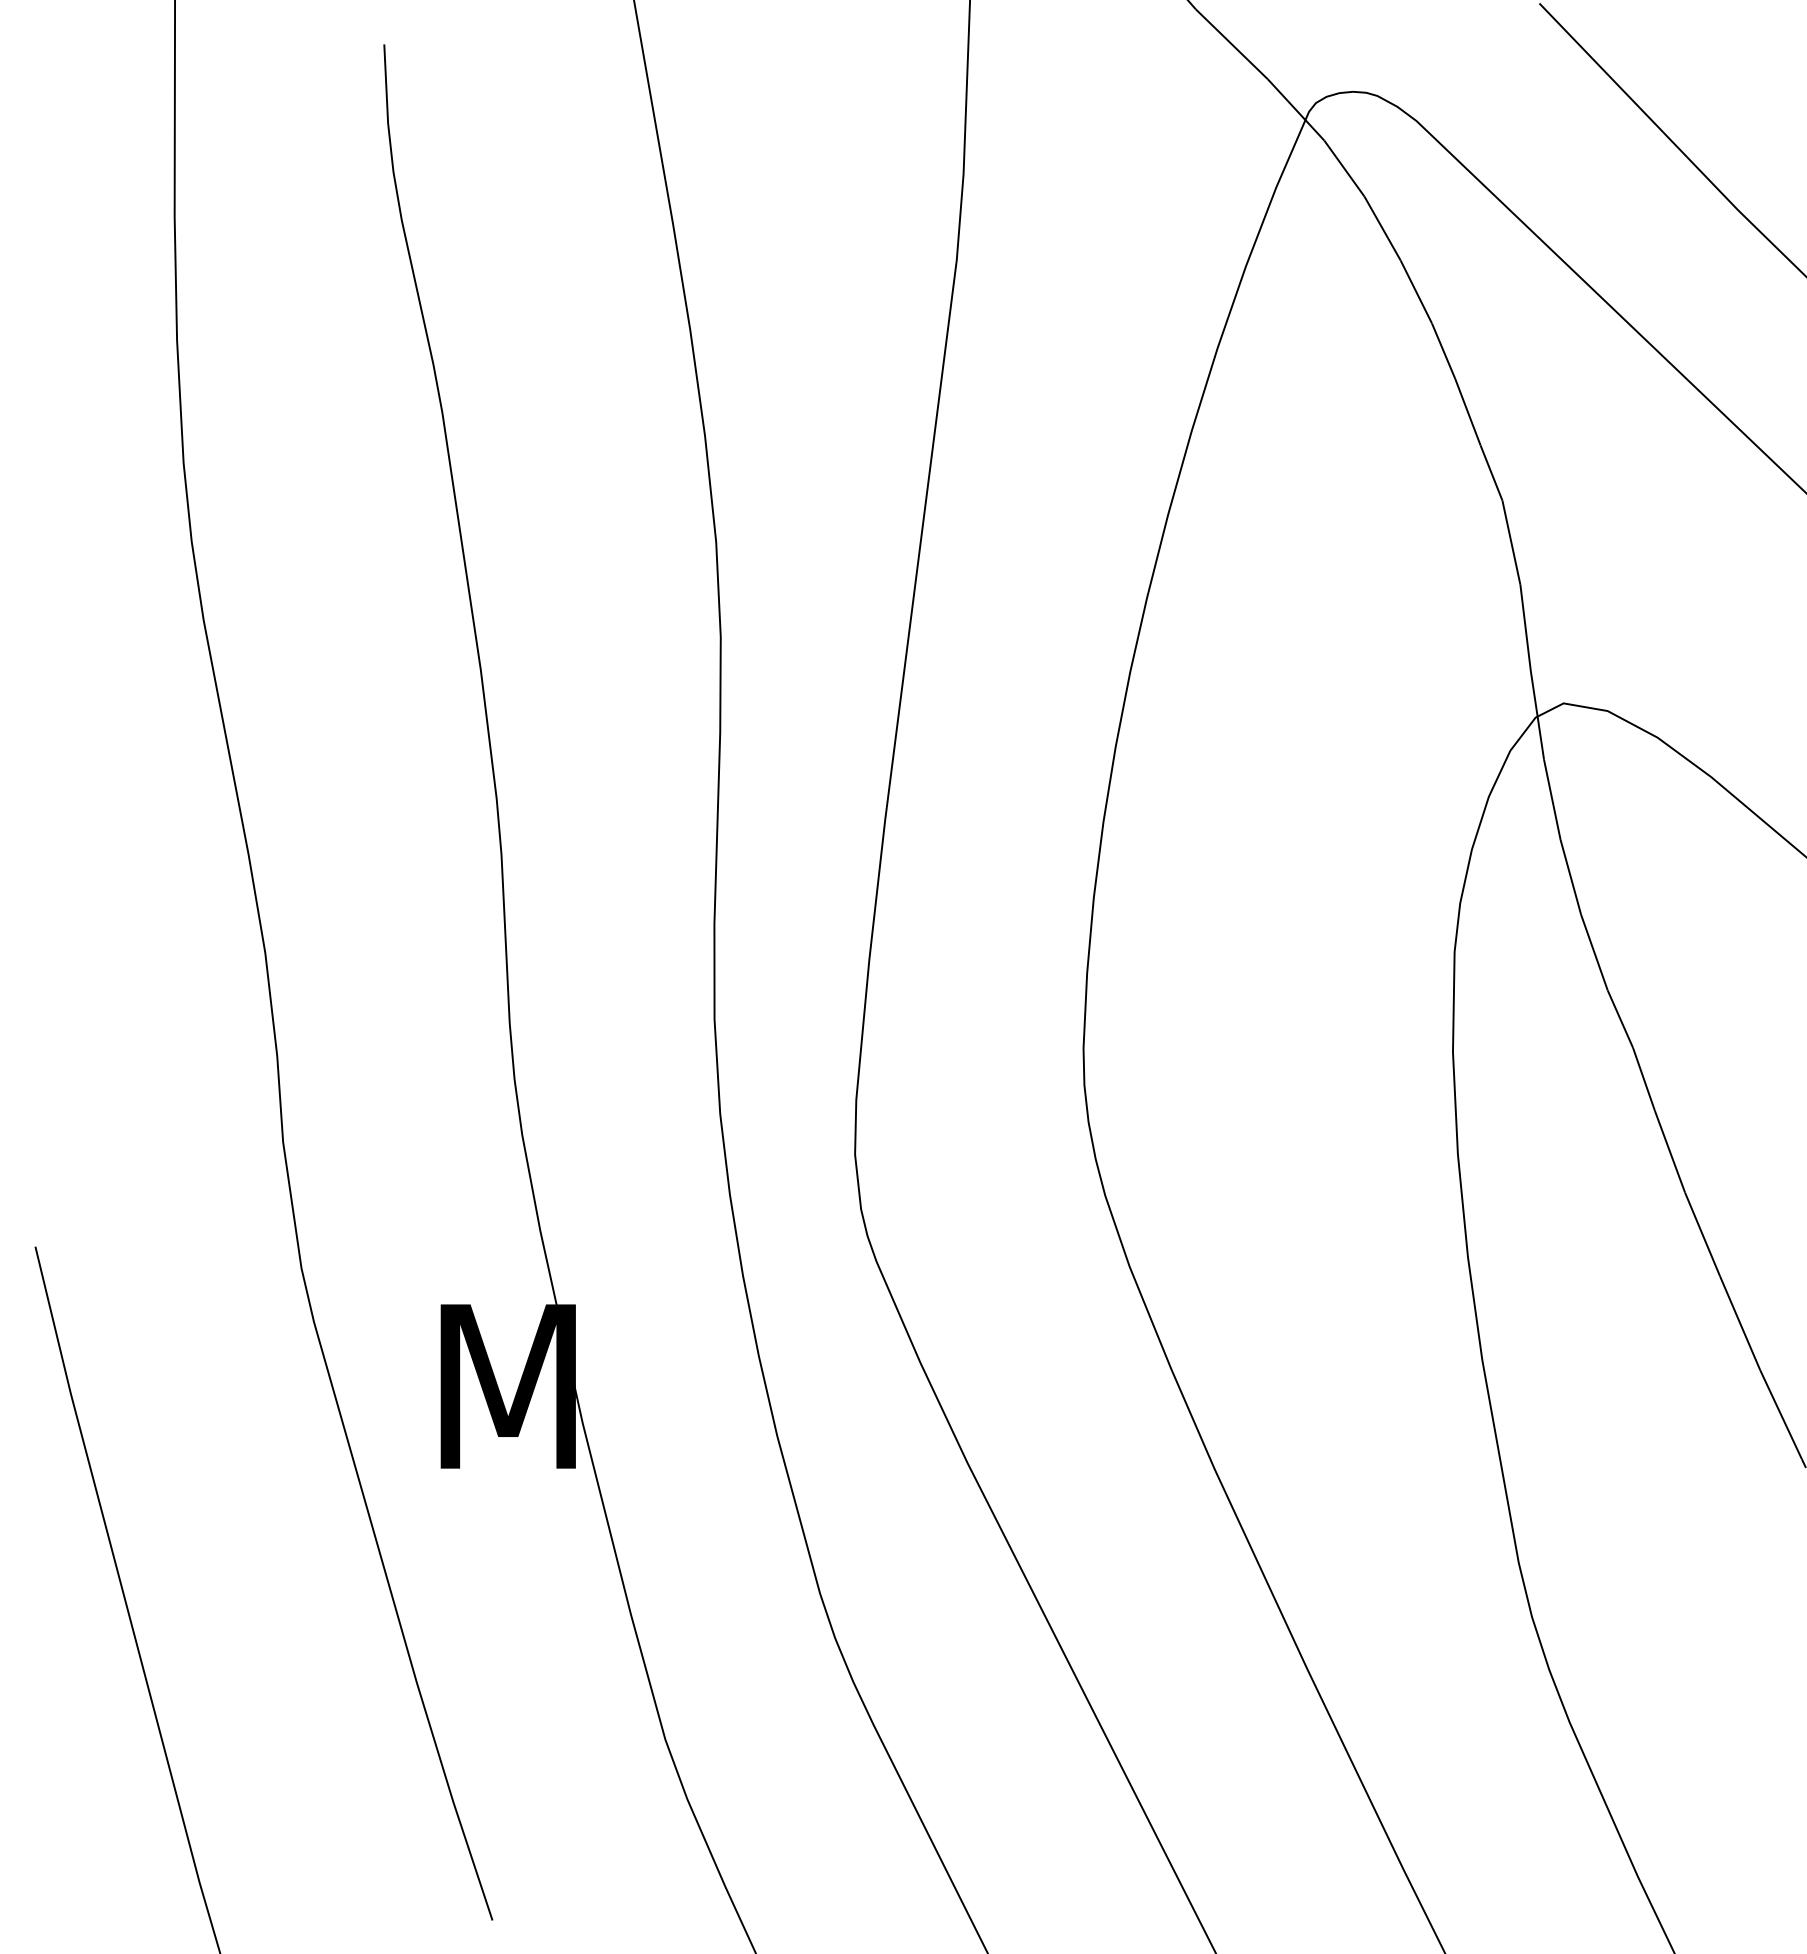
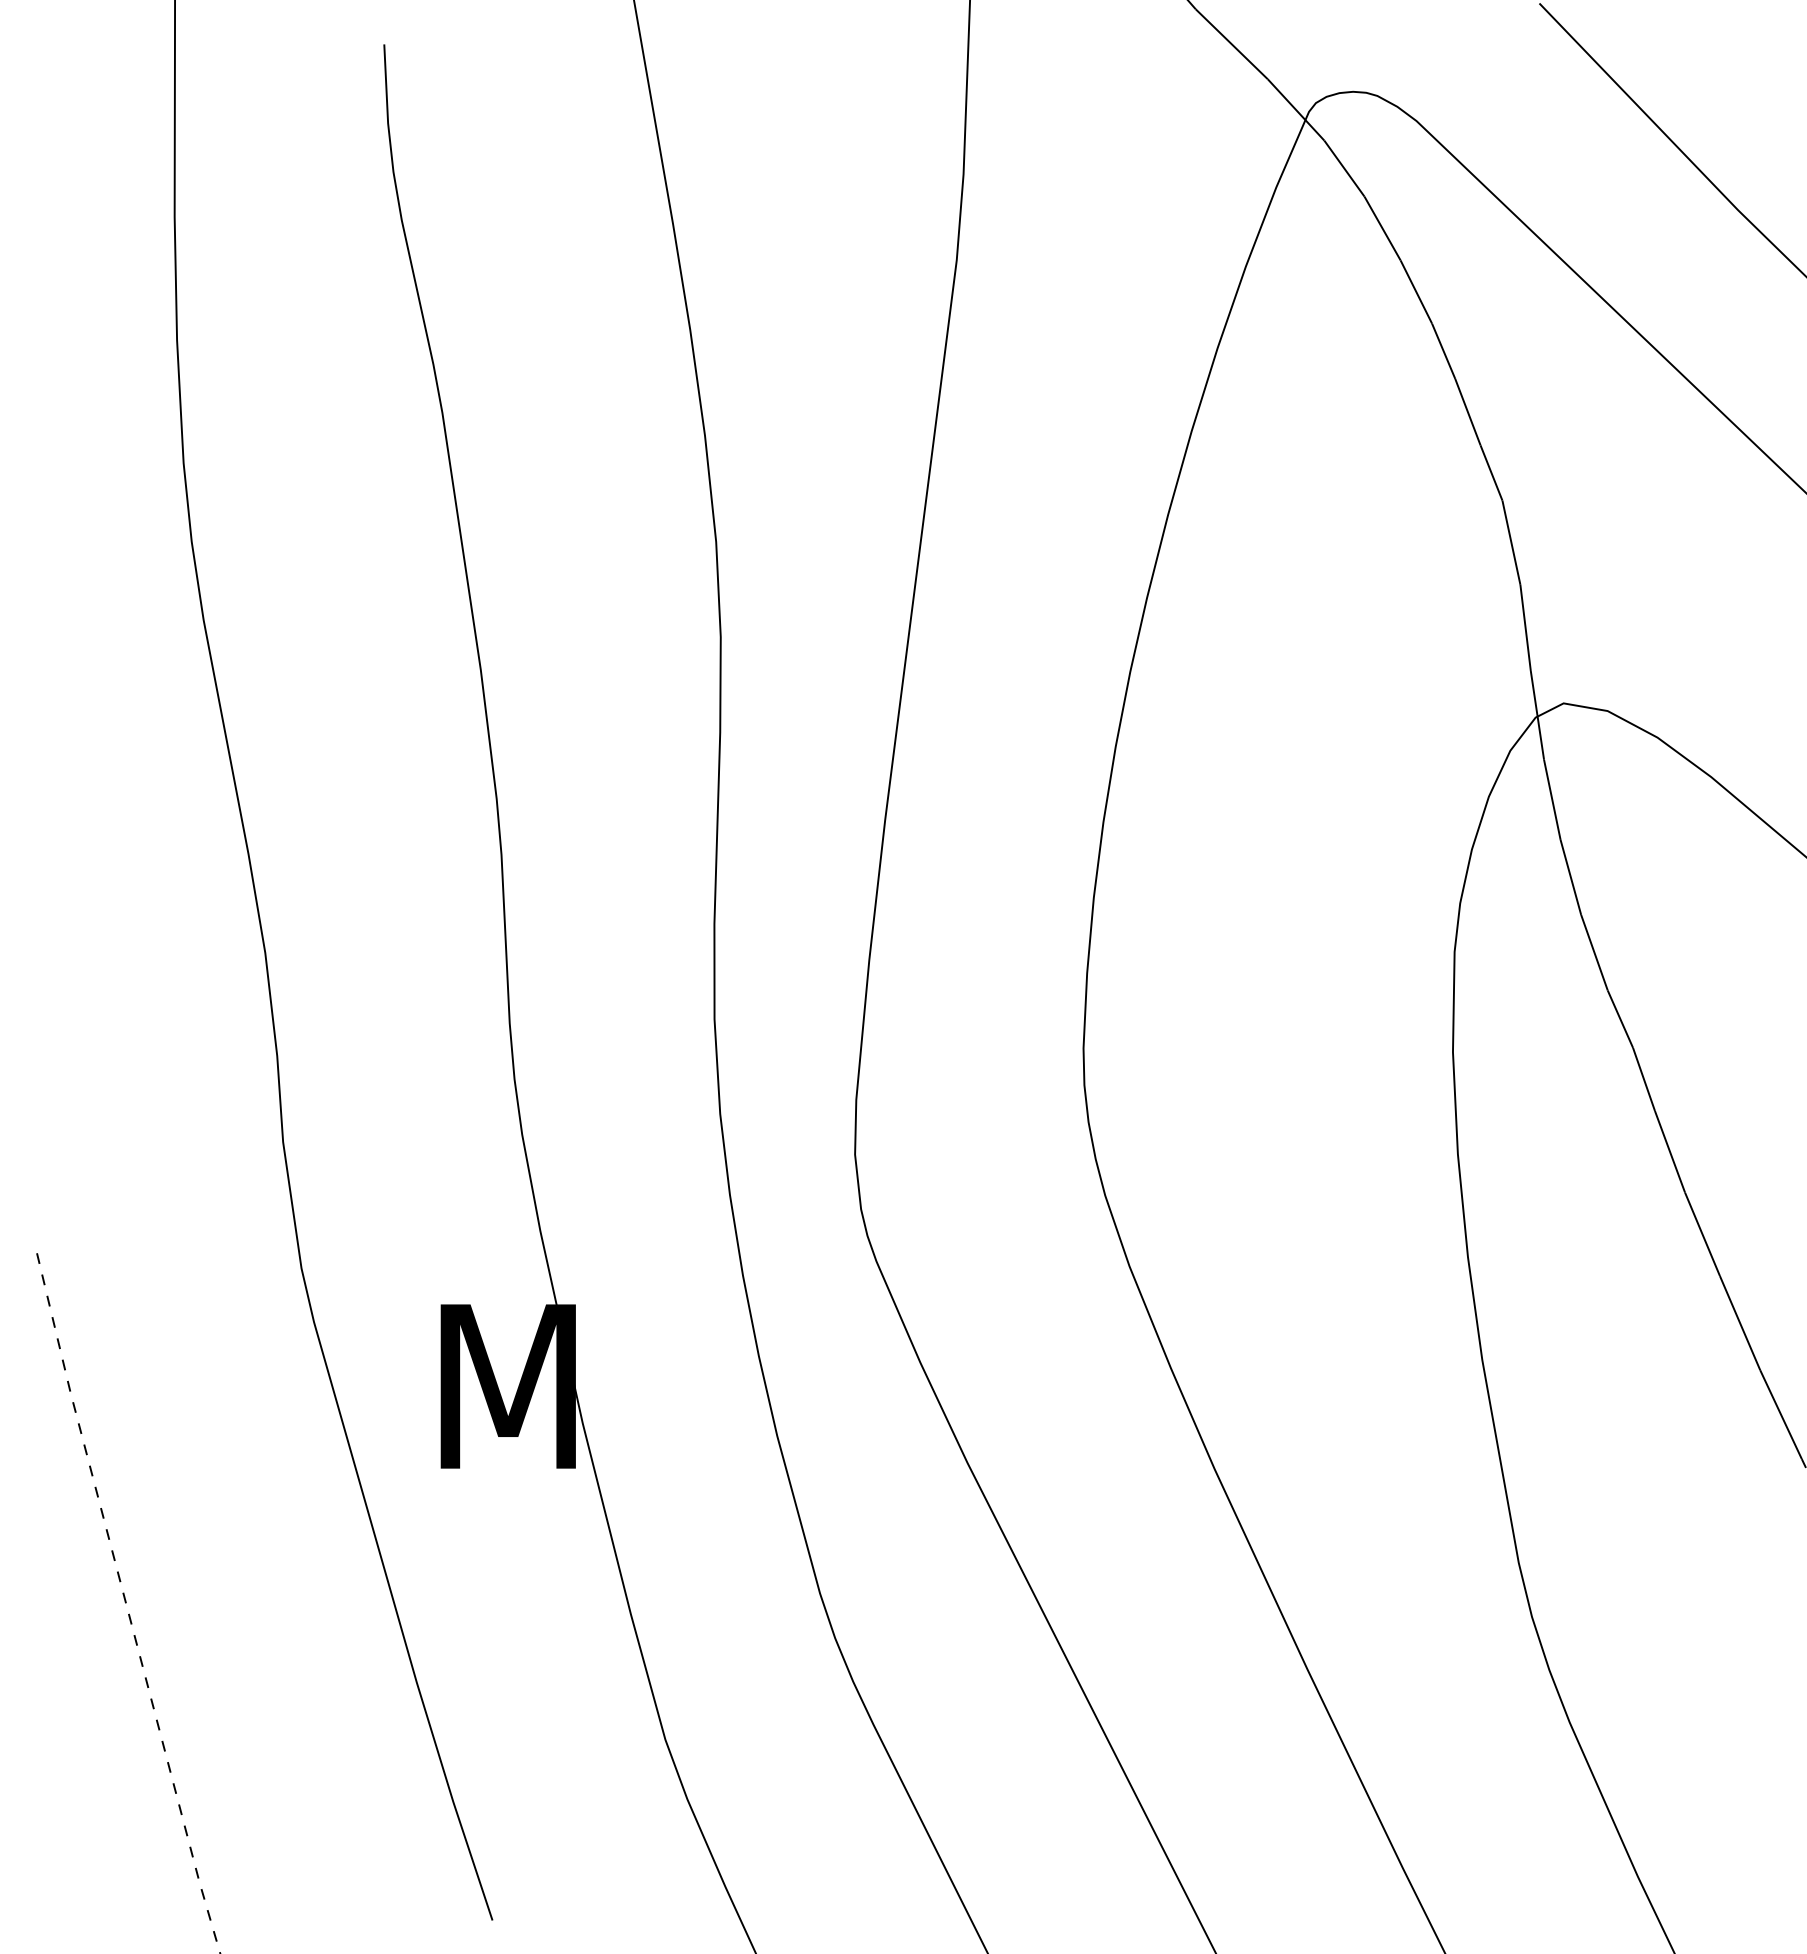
line at (125, 1600): solid -> dashed
